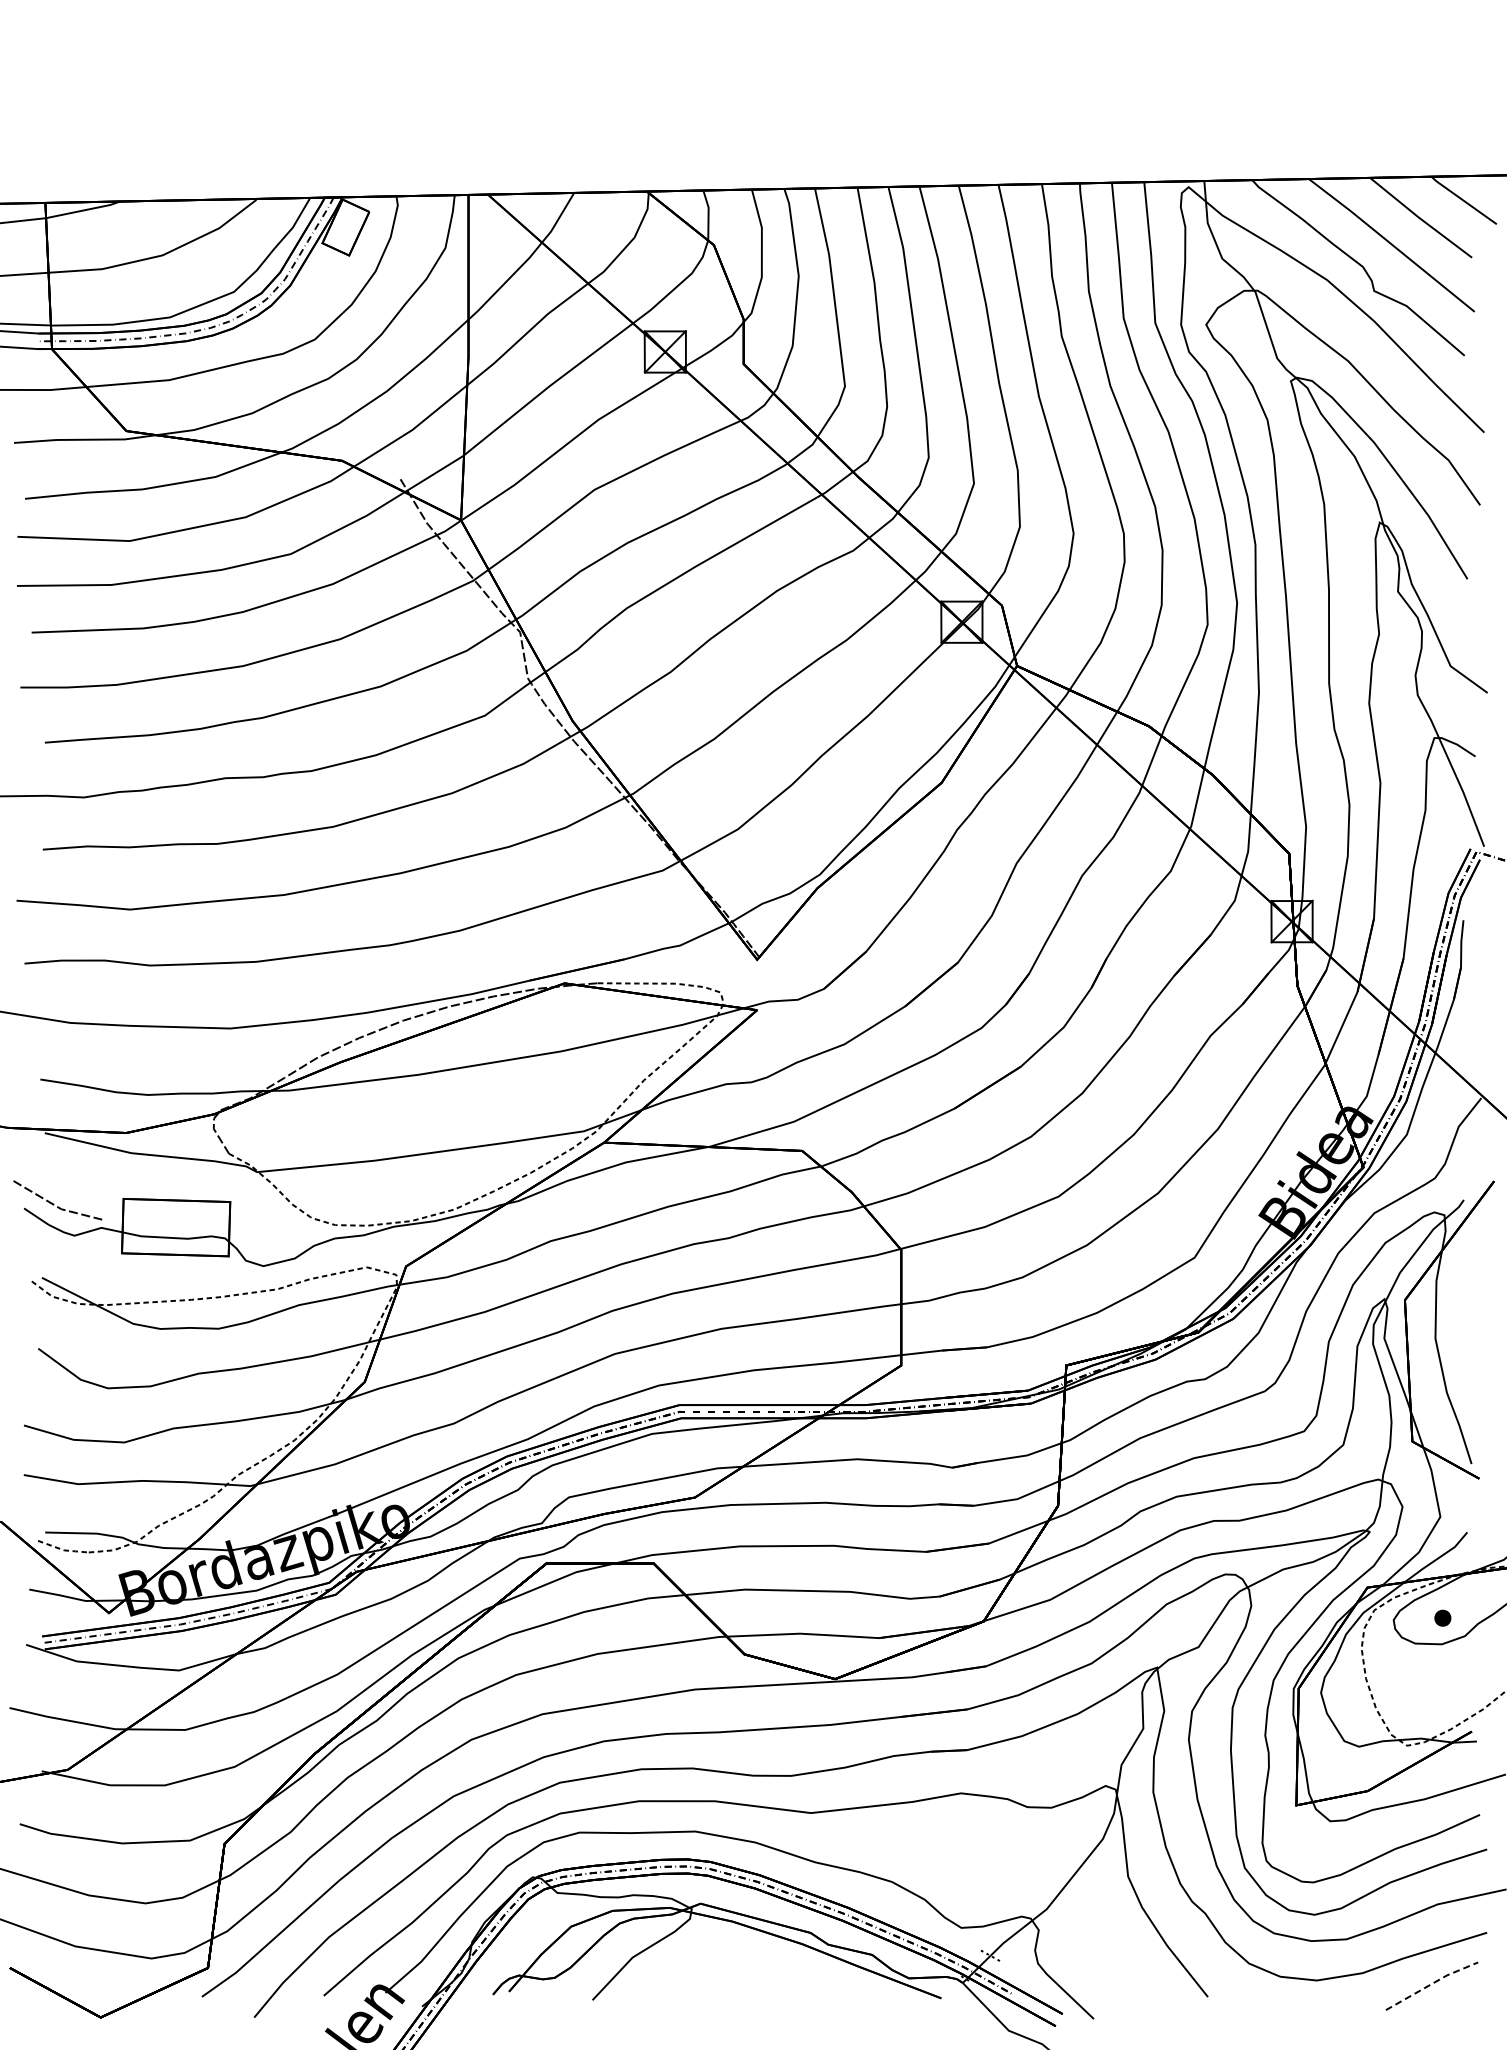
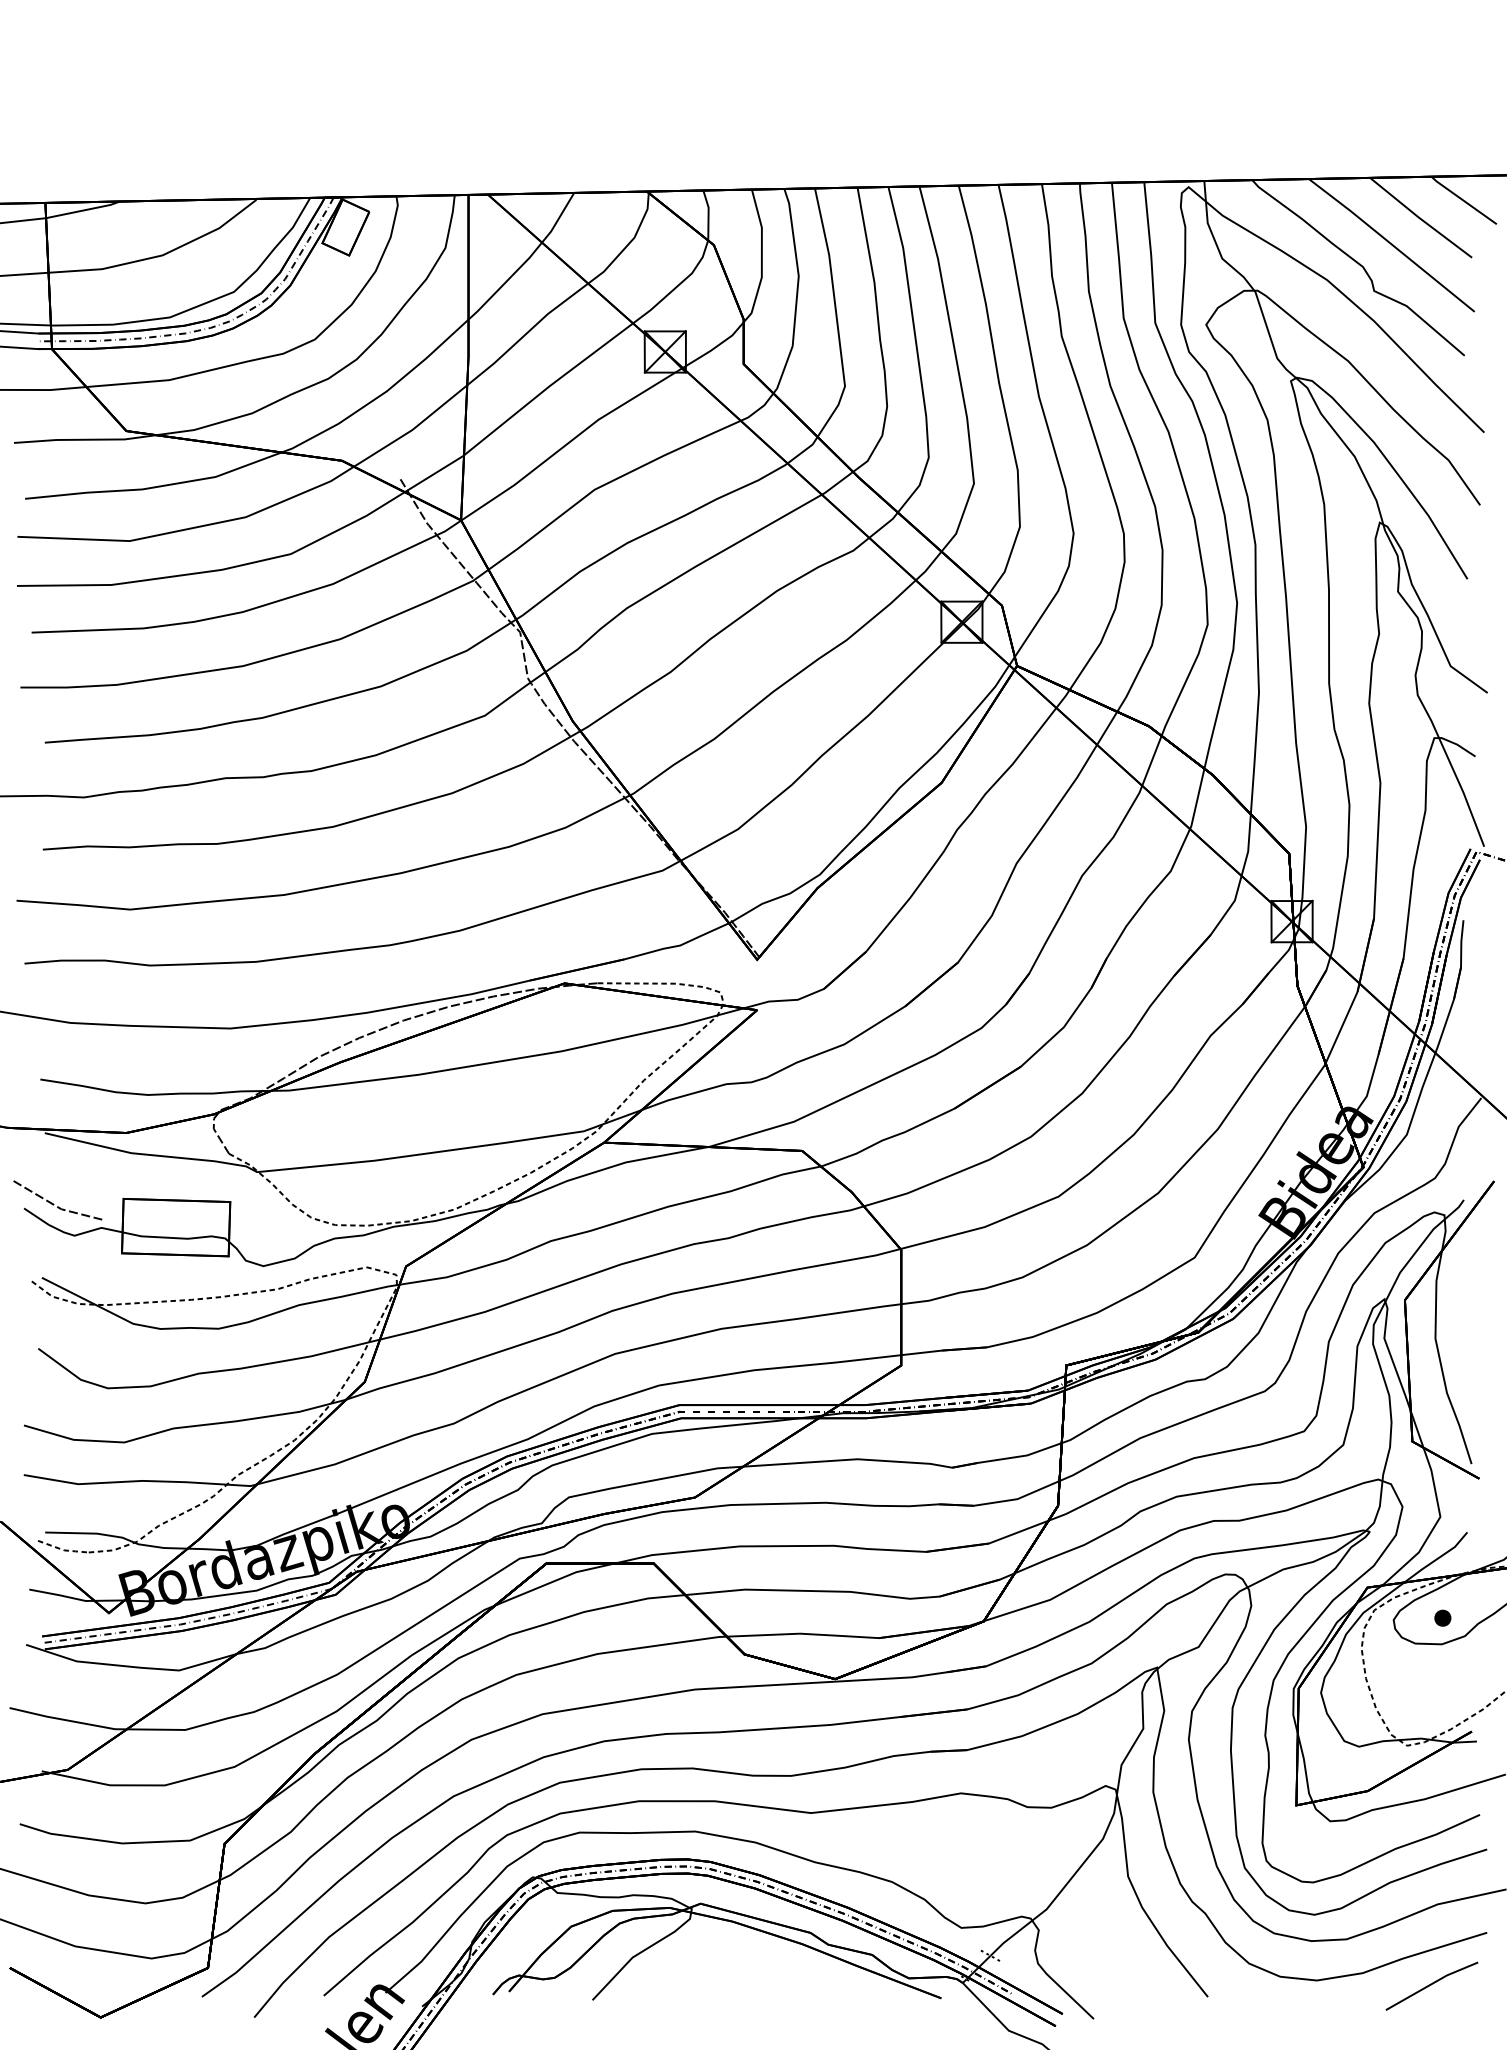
line at (1431, 1984): dashed -> solid
